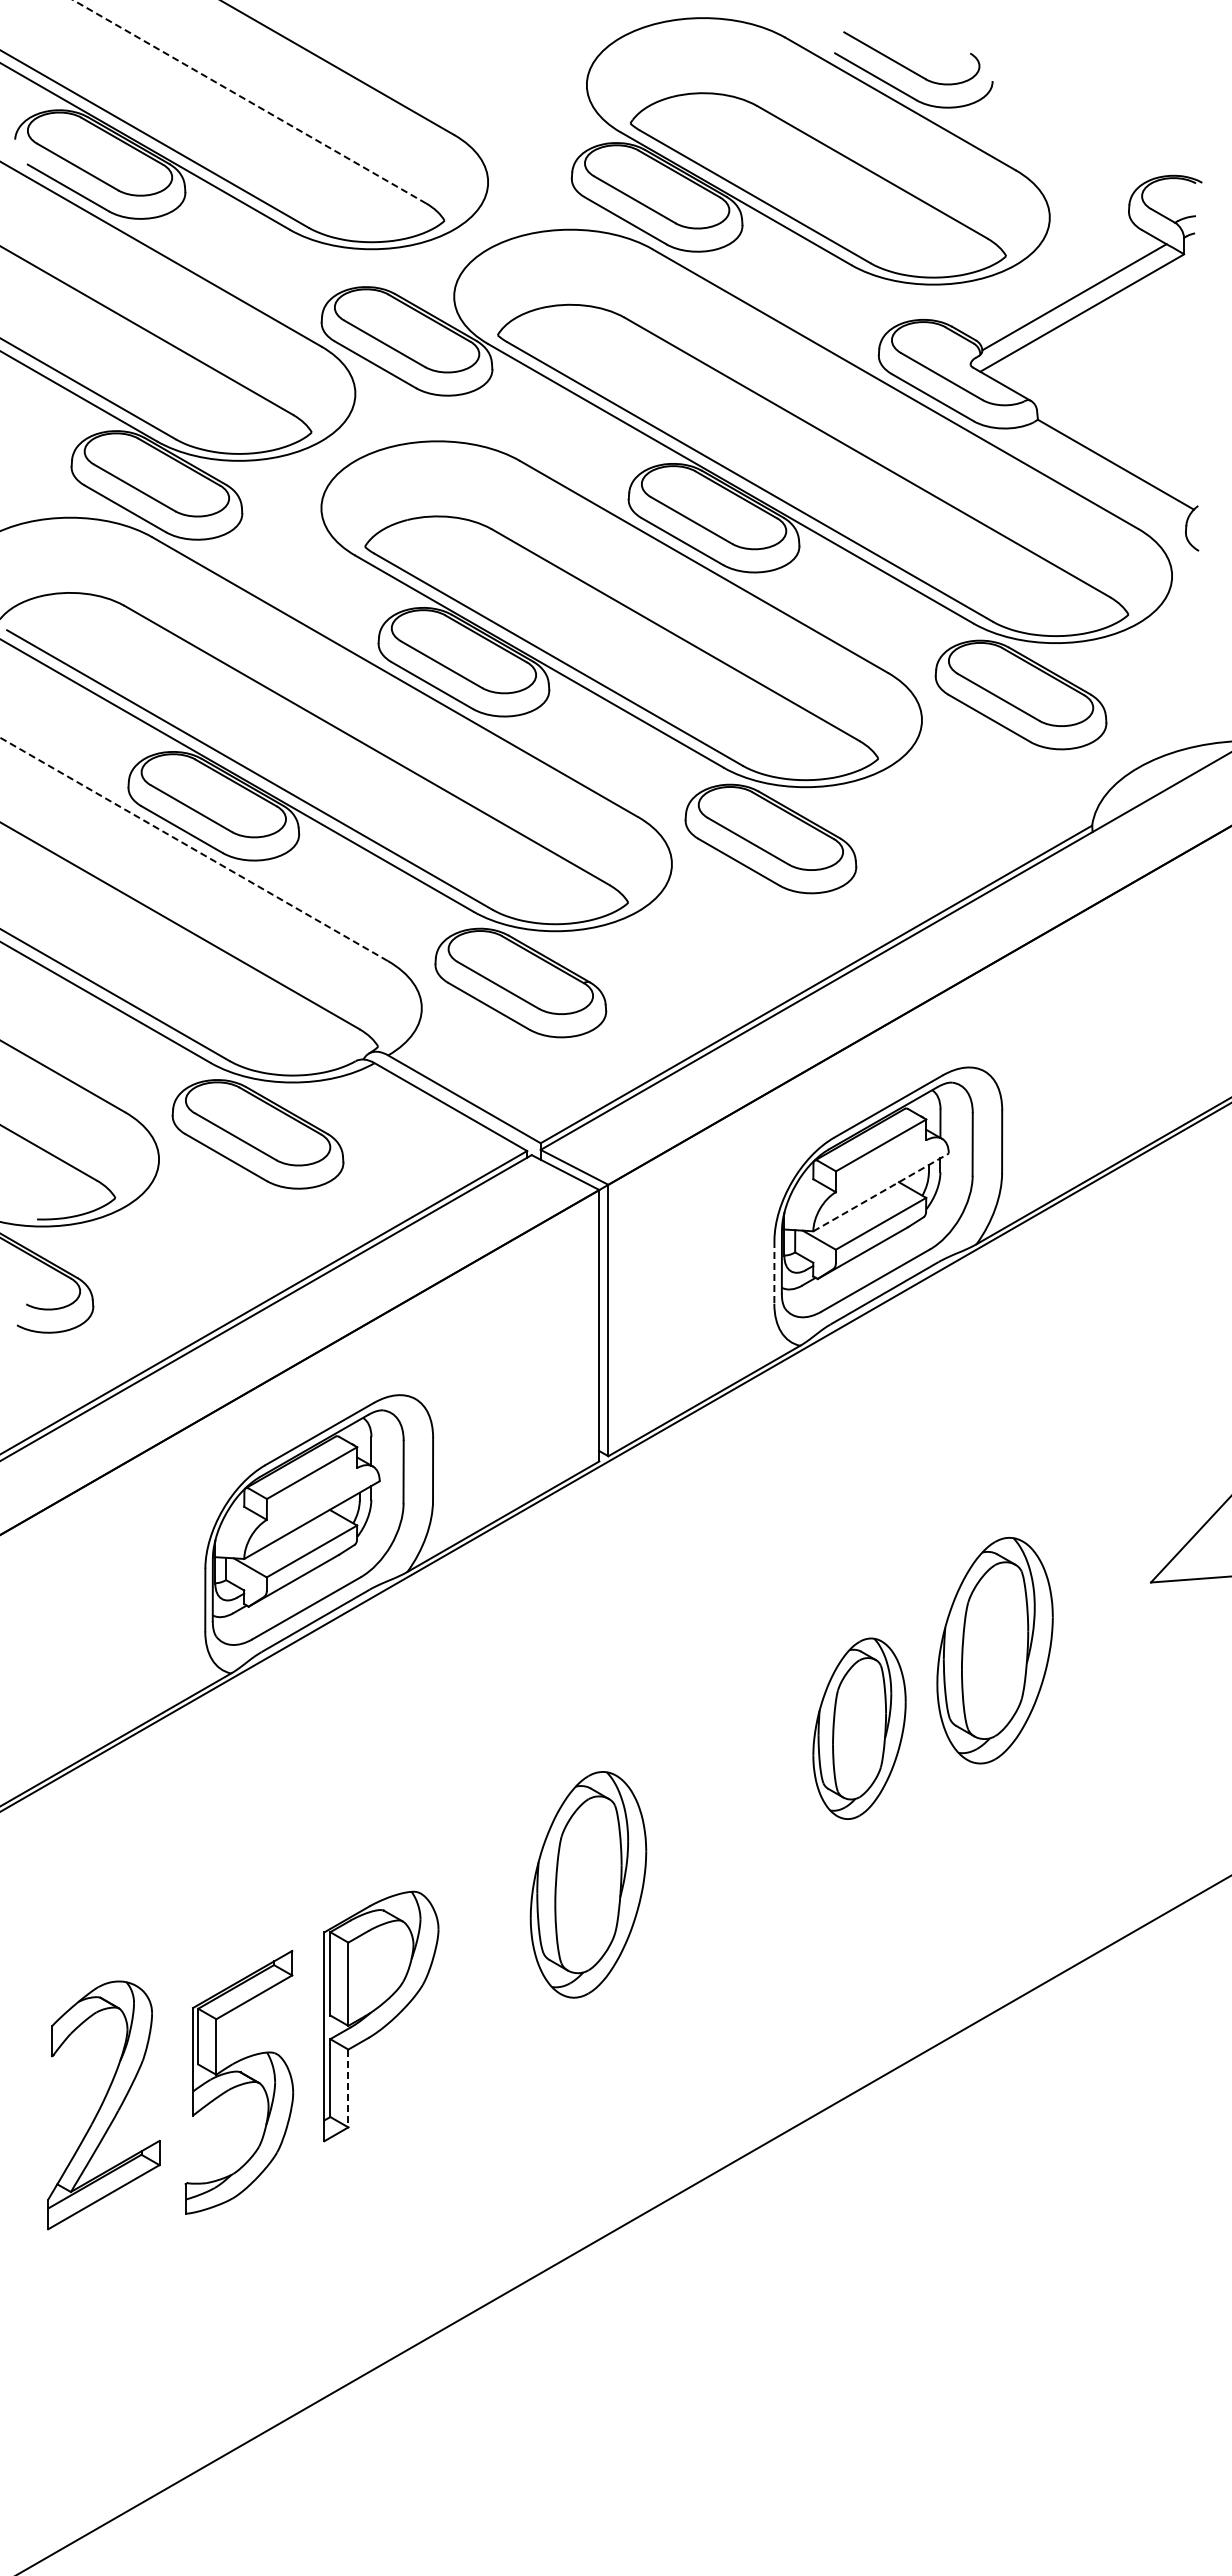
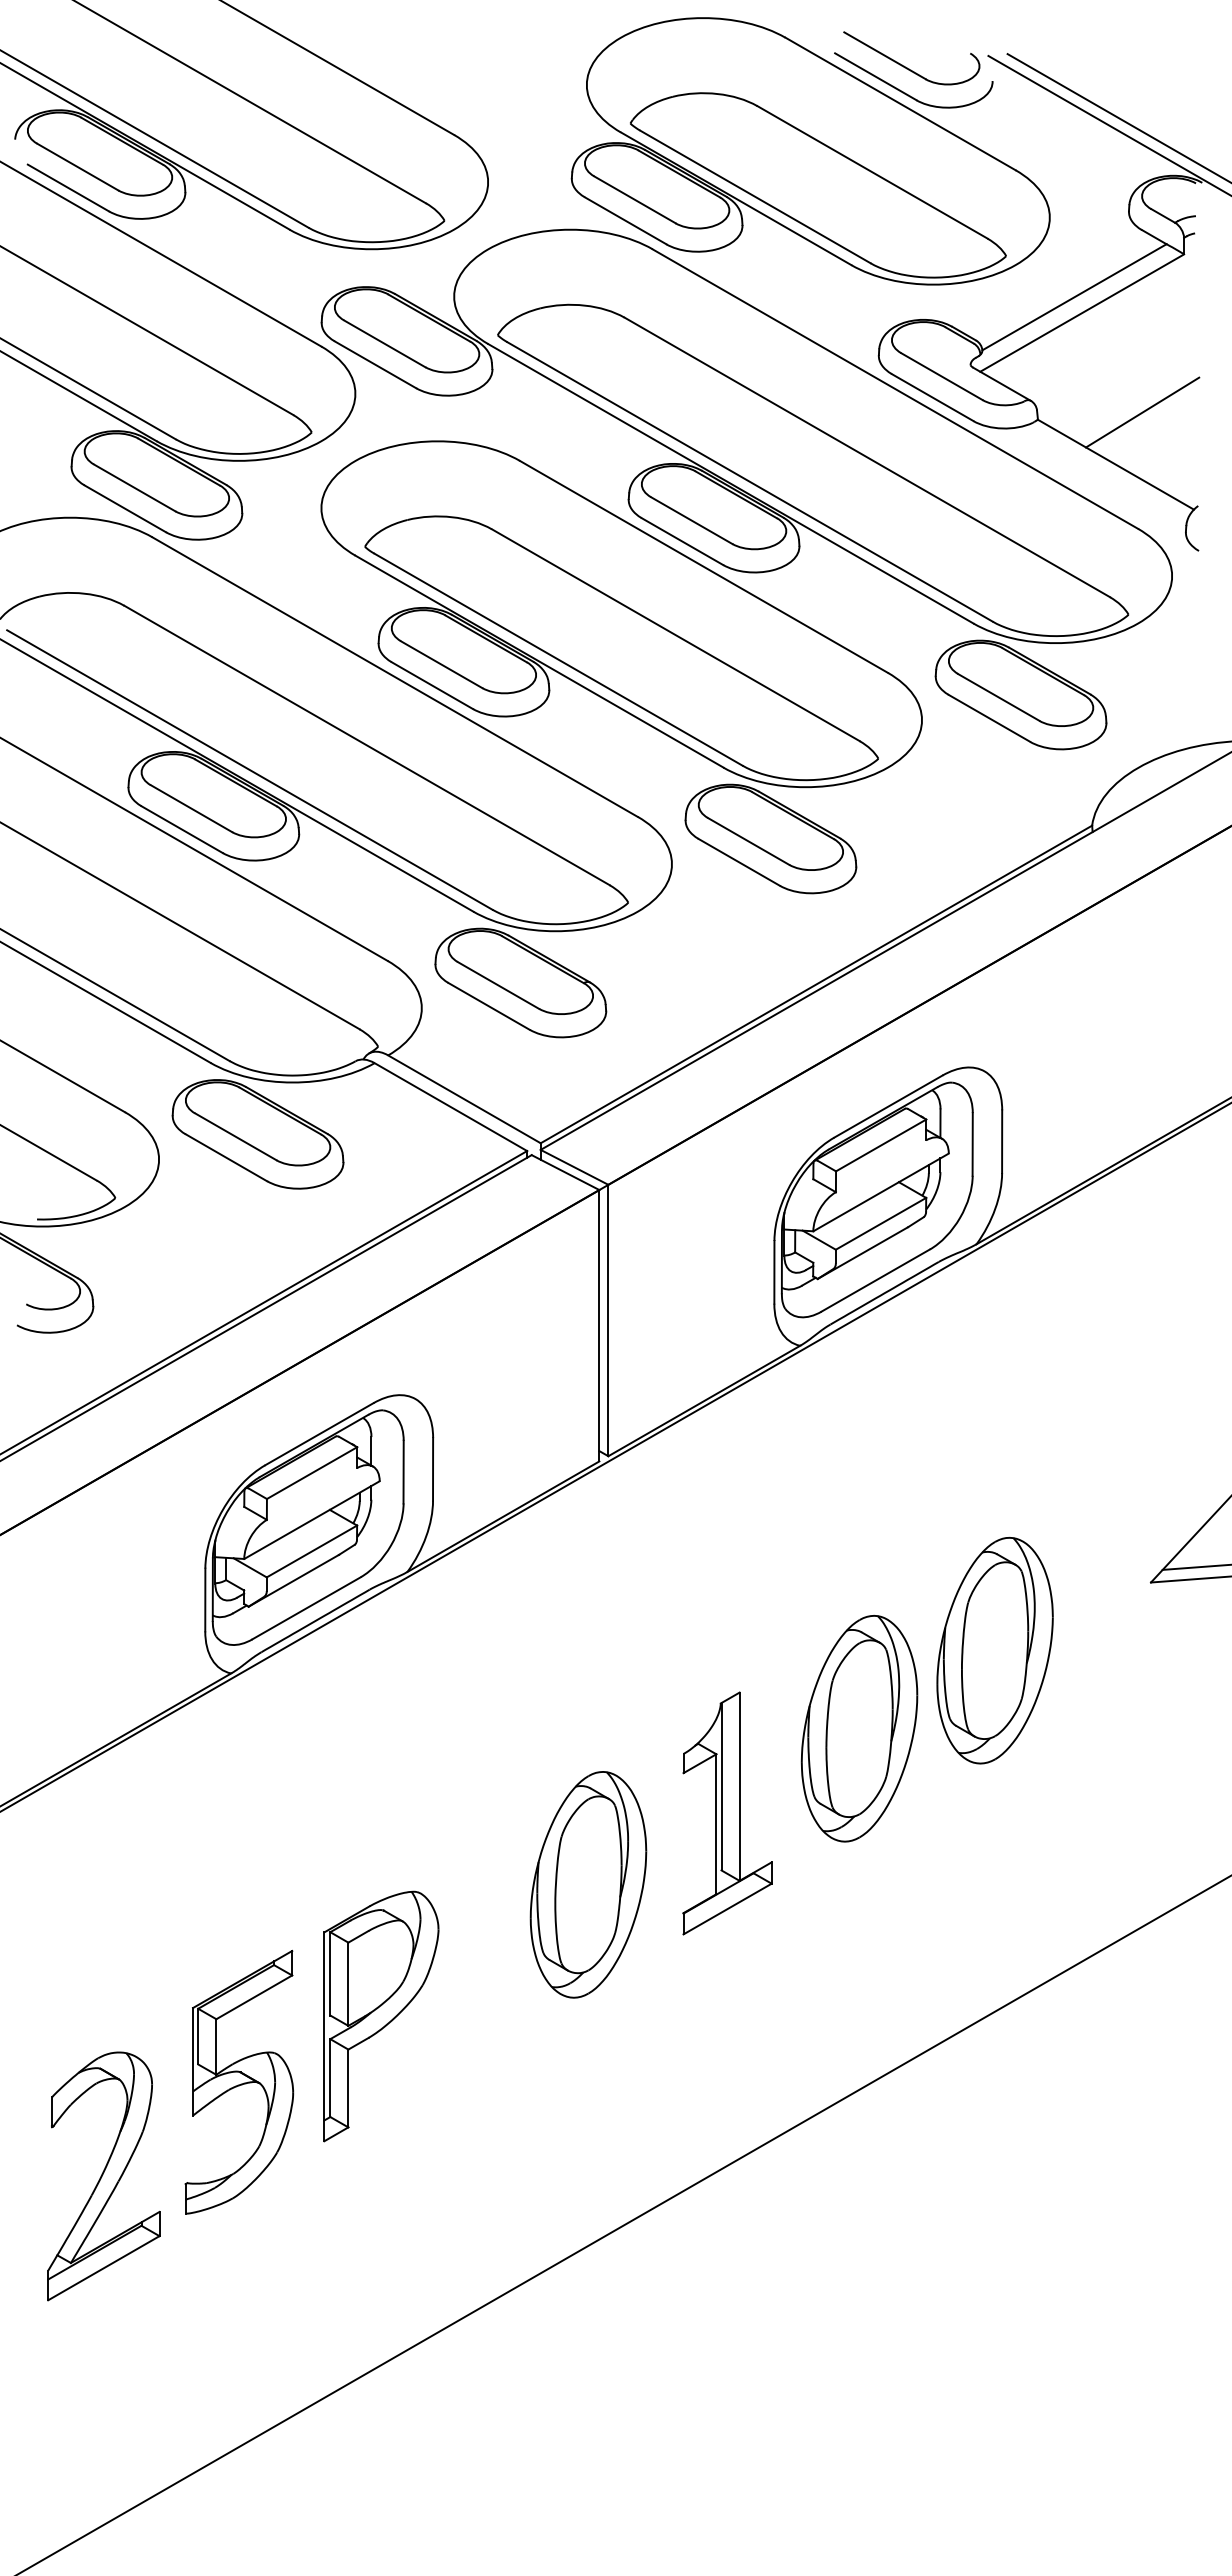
line at (250, 102): dashed -> solid
line at (1117, 117): none -> present
line at (1108, 124): none -> present
line at (1142, 412): none -> present
line at (193, 849): dashed -> solid
line at (881, 1192): dashed -> solid
line at (774, 1272): dashed -> solid
line at (1195, 1567): none -> present
part at (859, 1728) size: 95x183 px -> 119x228 px
part at (727, 1813): none -> present
line at (348, 2088): dashed -> solid
part at (103, 2105) position: (103, 2105) -> (103, 2176)
